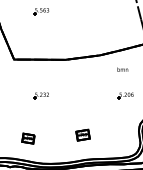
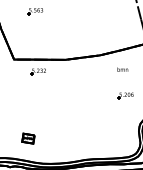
part at (41, 11) position: (41, 11) -> (35, 11)
part at (40, 95) position: (40, 95) -> (37, 71)
part at (82, 134): present -> none
